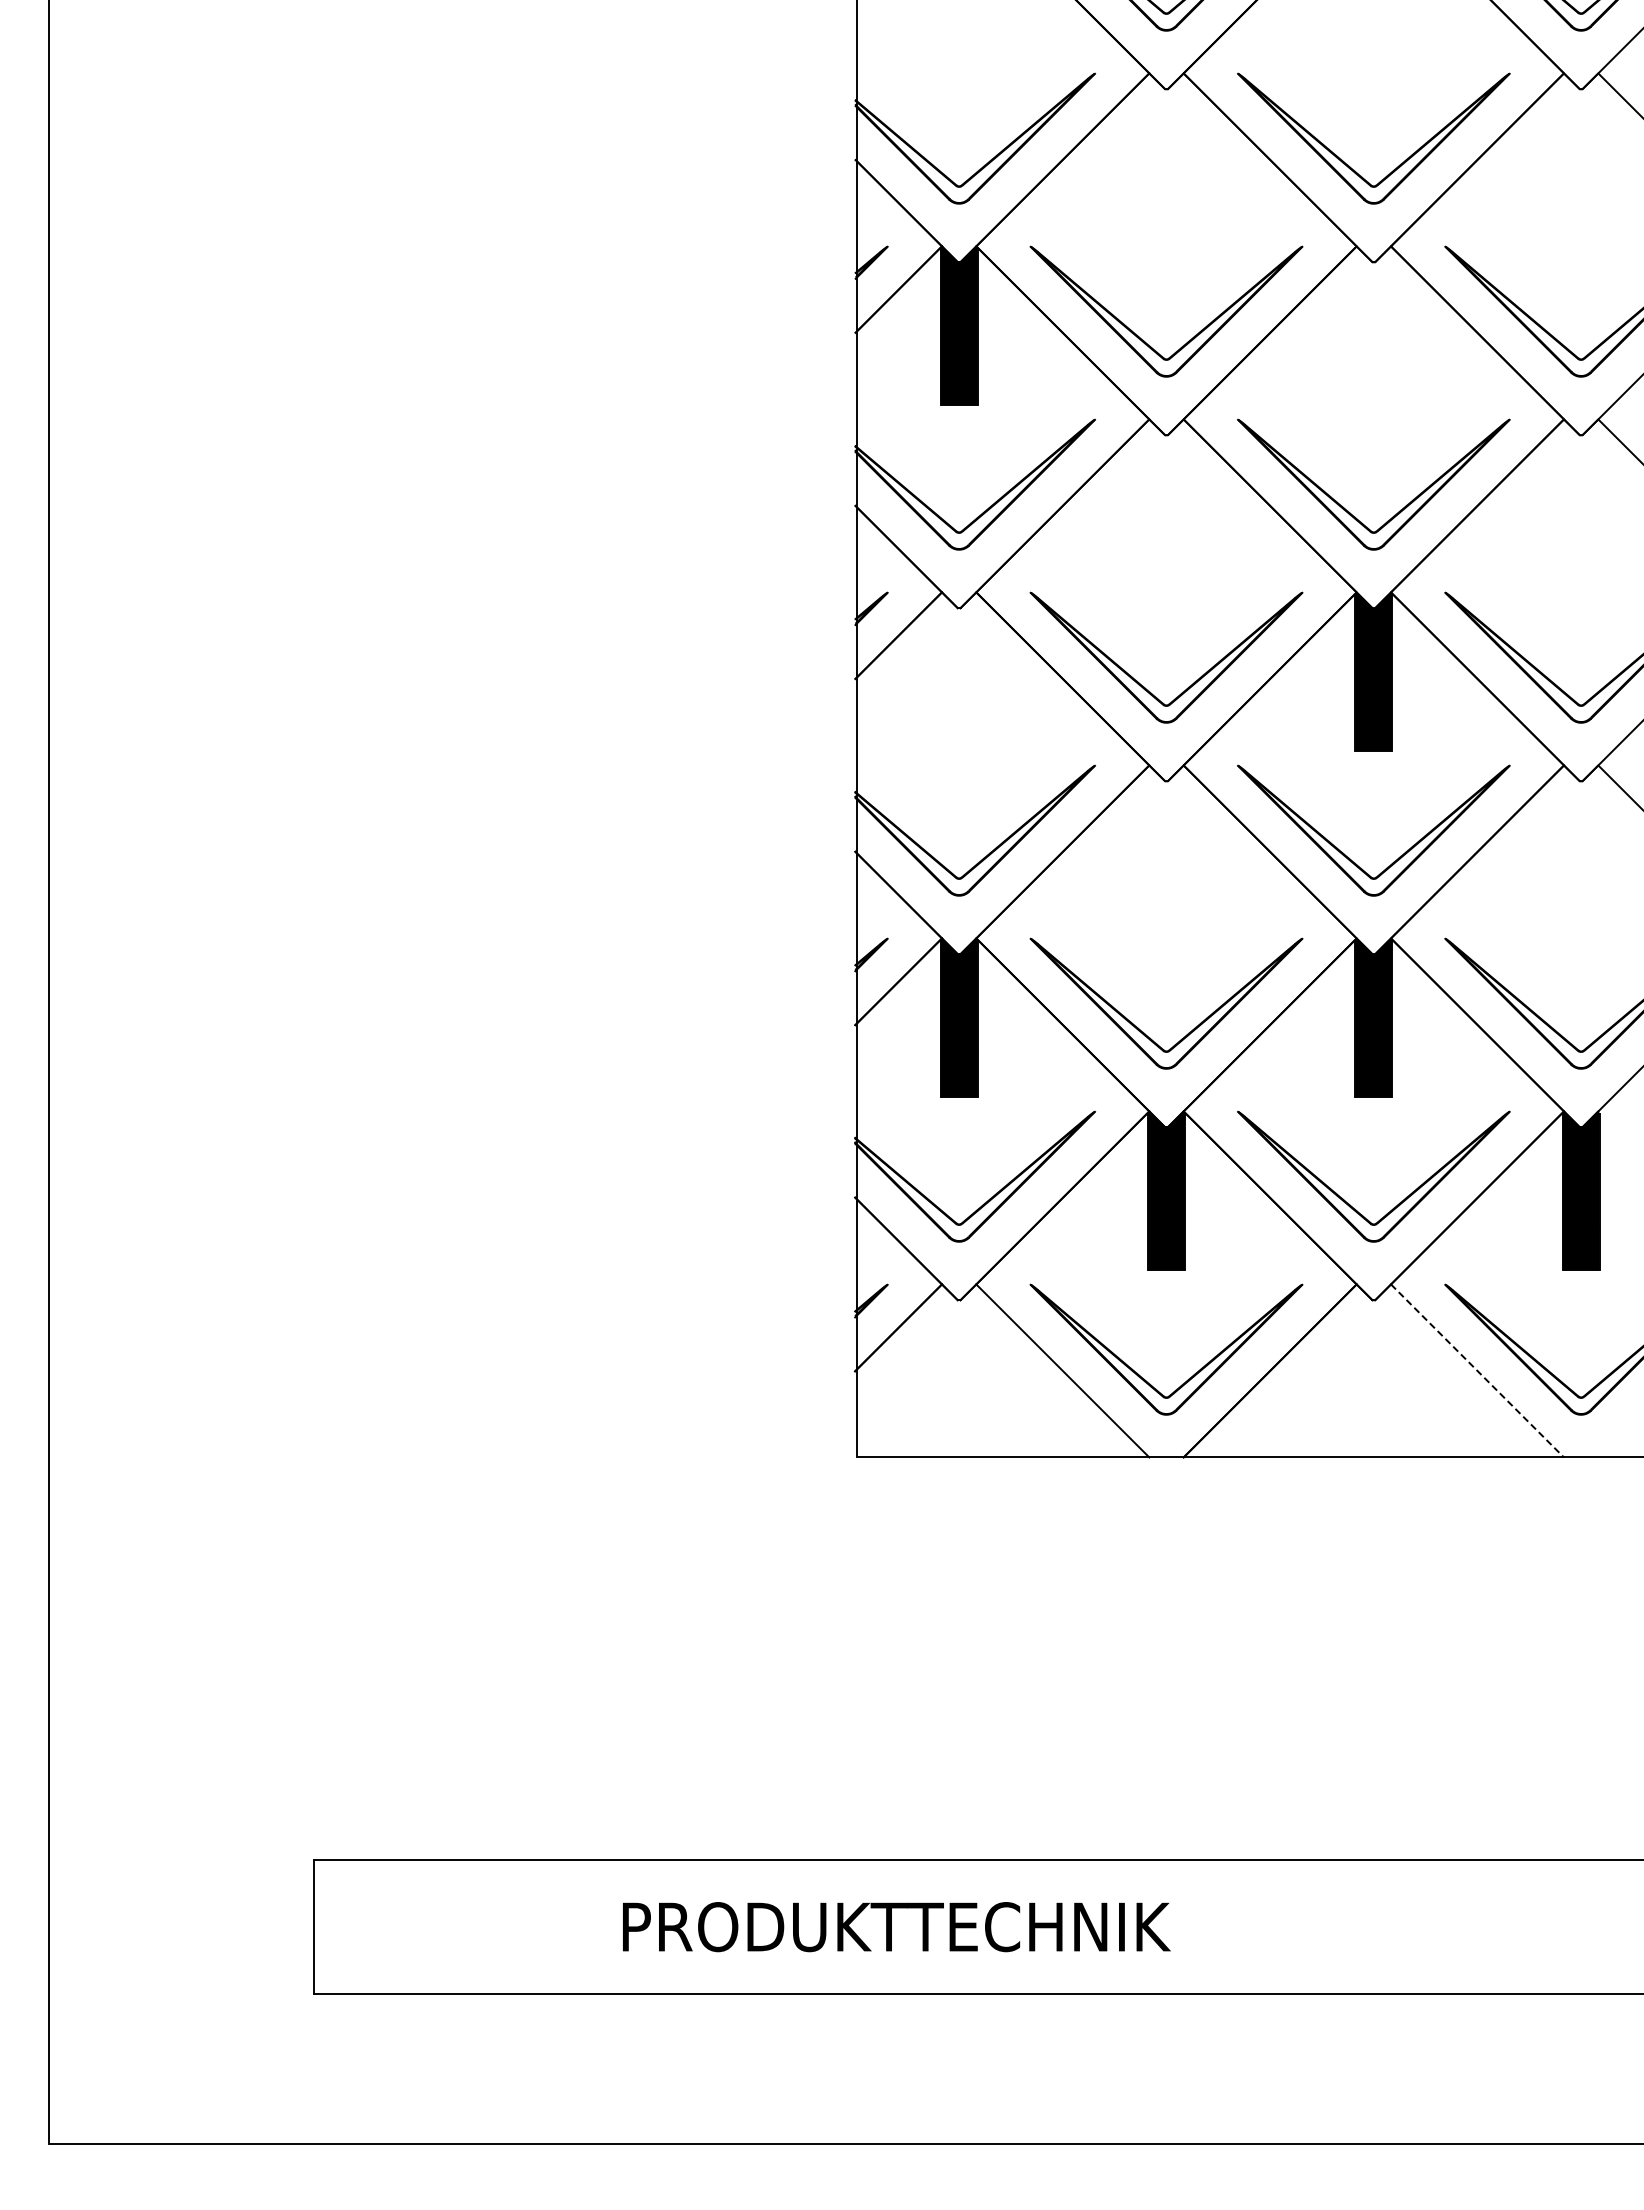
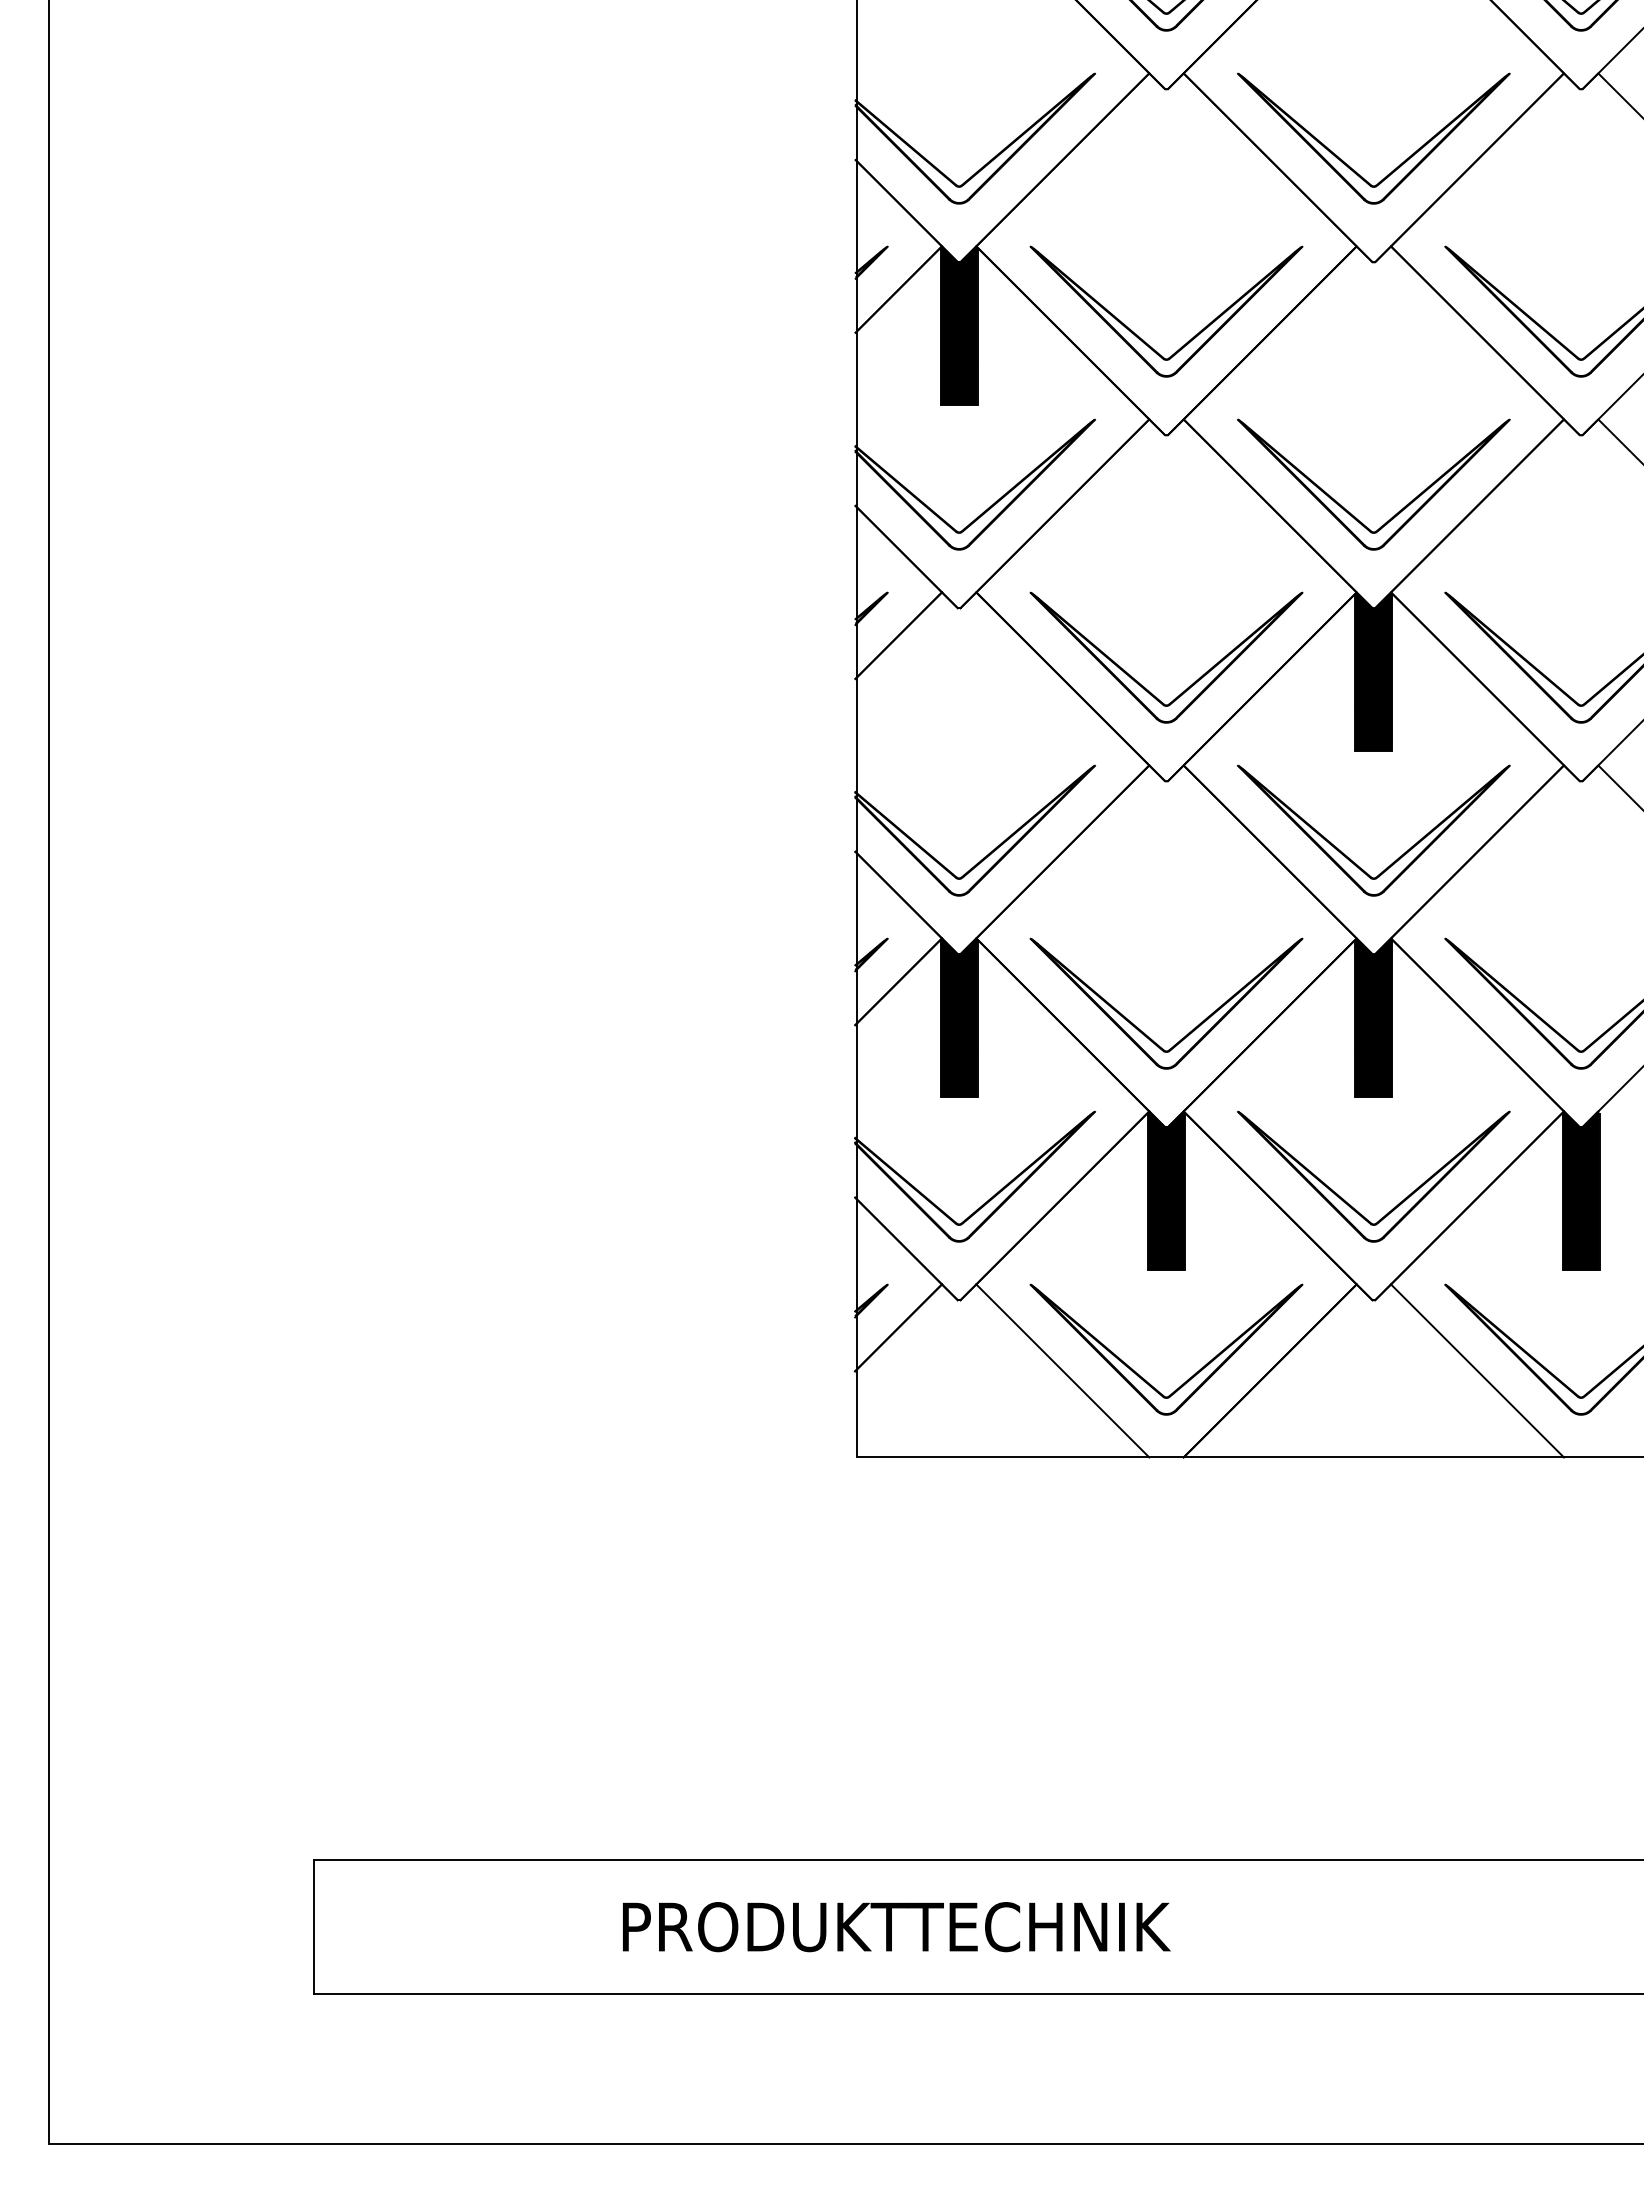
line at (1477, 1371): dashed -> solid
